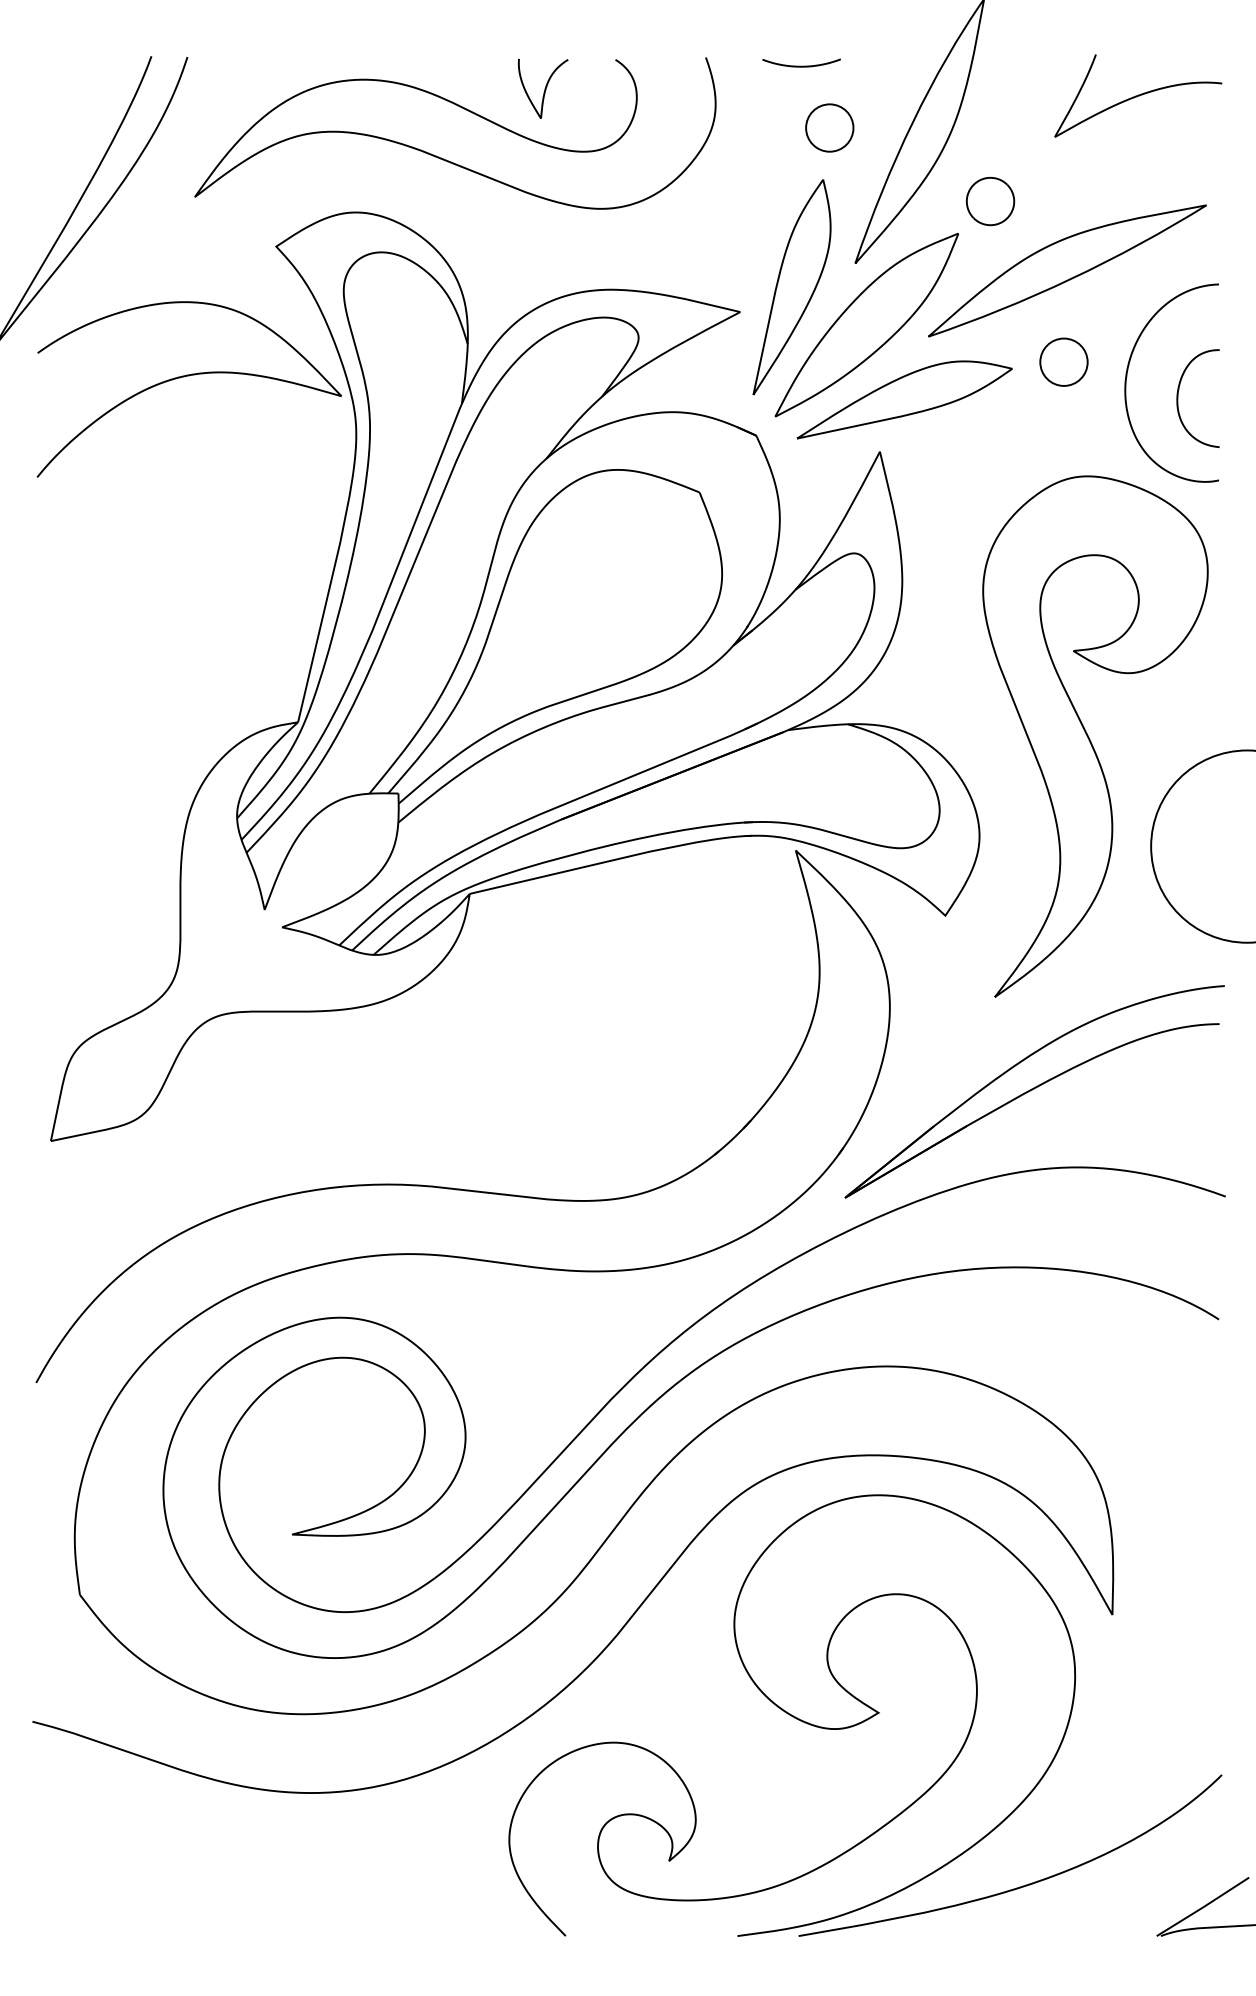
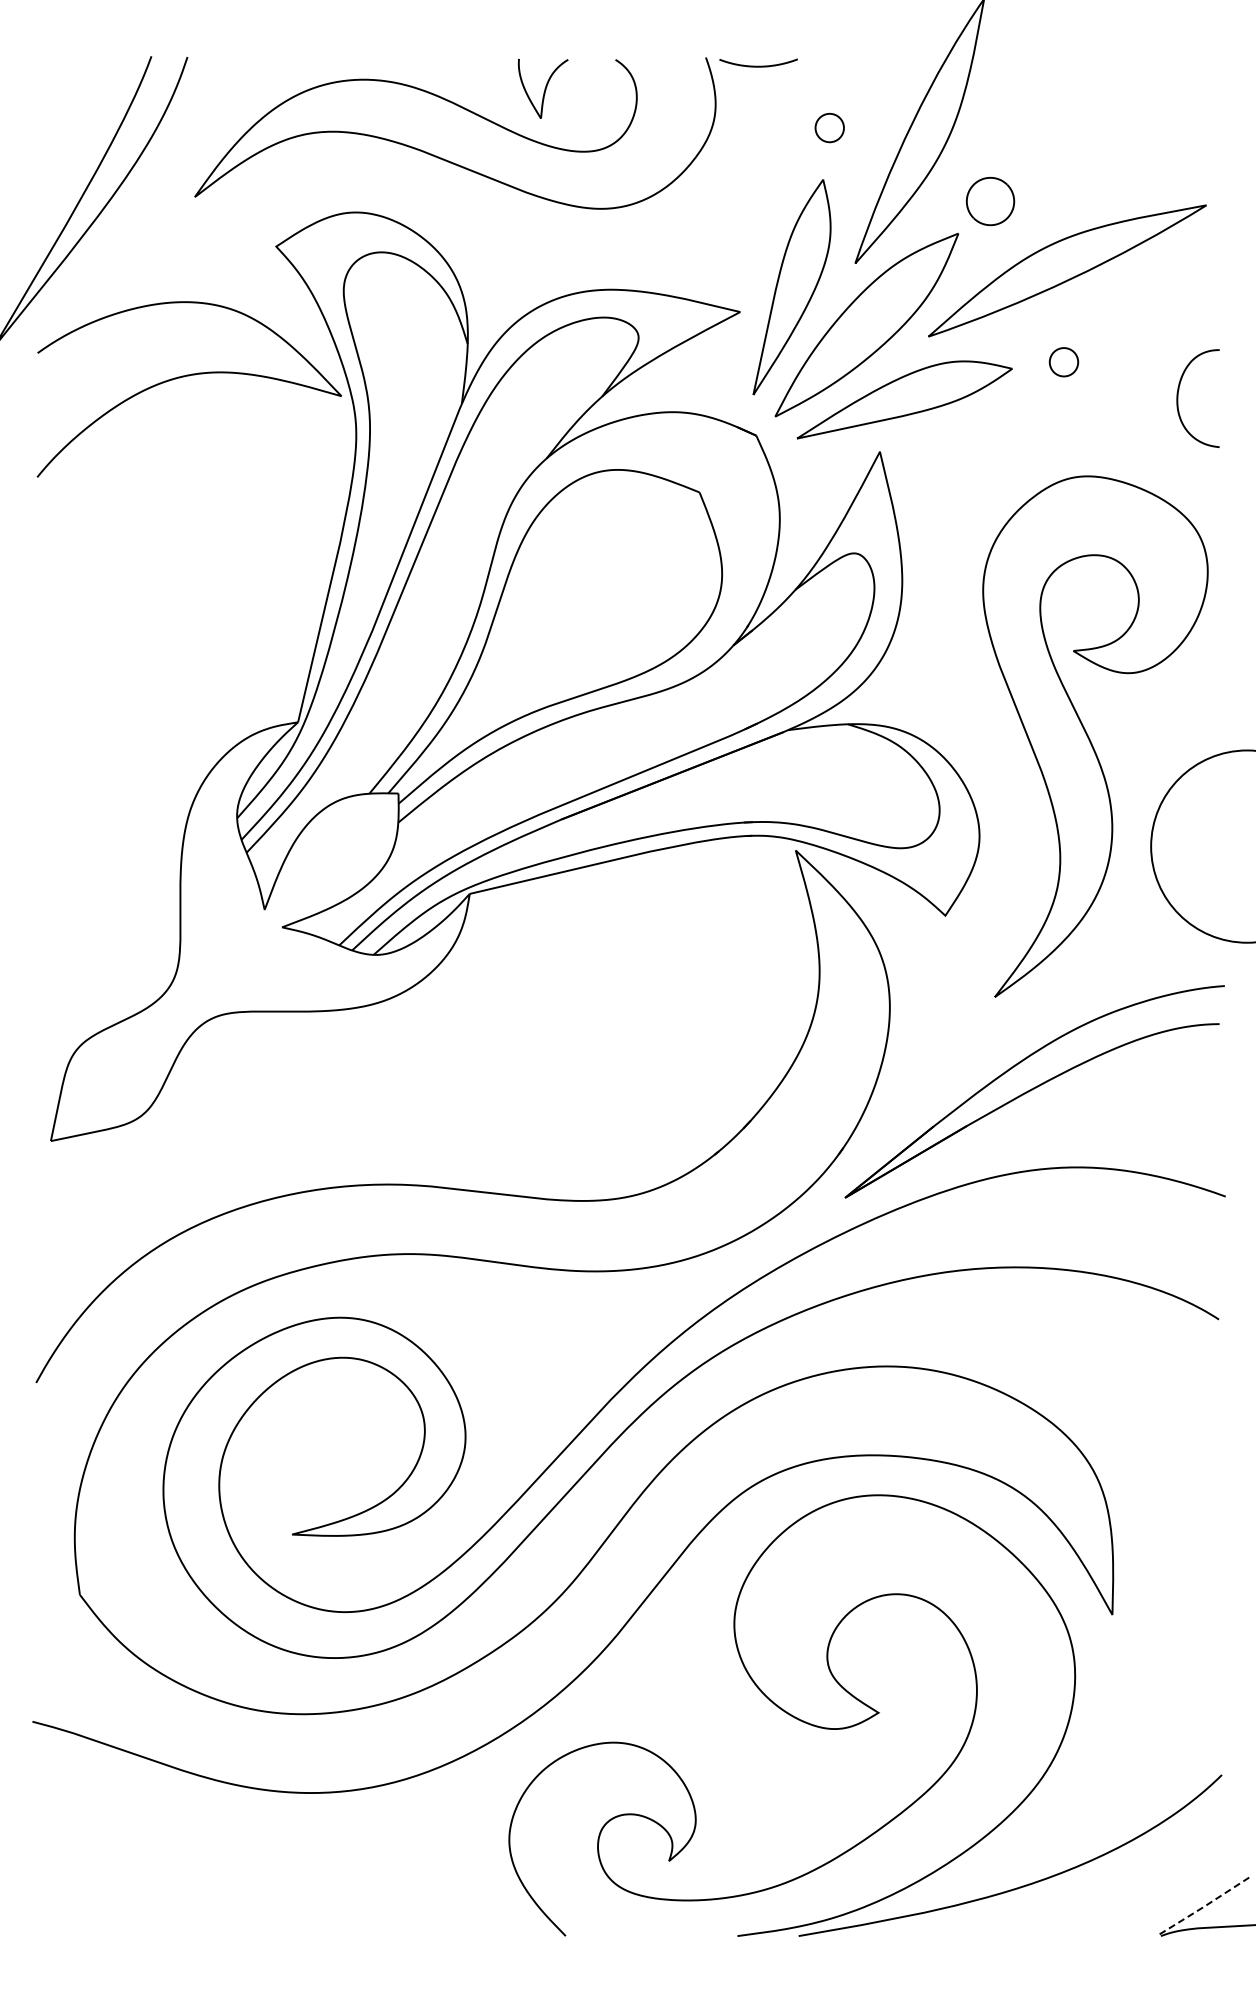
curve at (801, 65) position: (801, 65) -> (758, 65)
part at (1138, 95): present -> none
circle at (829, 127) diameter: 47 px -> 28 px
circle at (1063, 361) diameter: 47 px -> 28 px
curve at (1127, 376): present -> none
line at (1203, 1907): solid -> dashed
